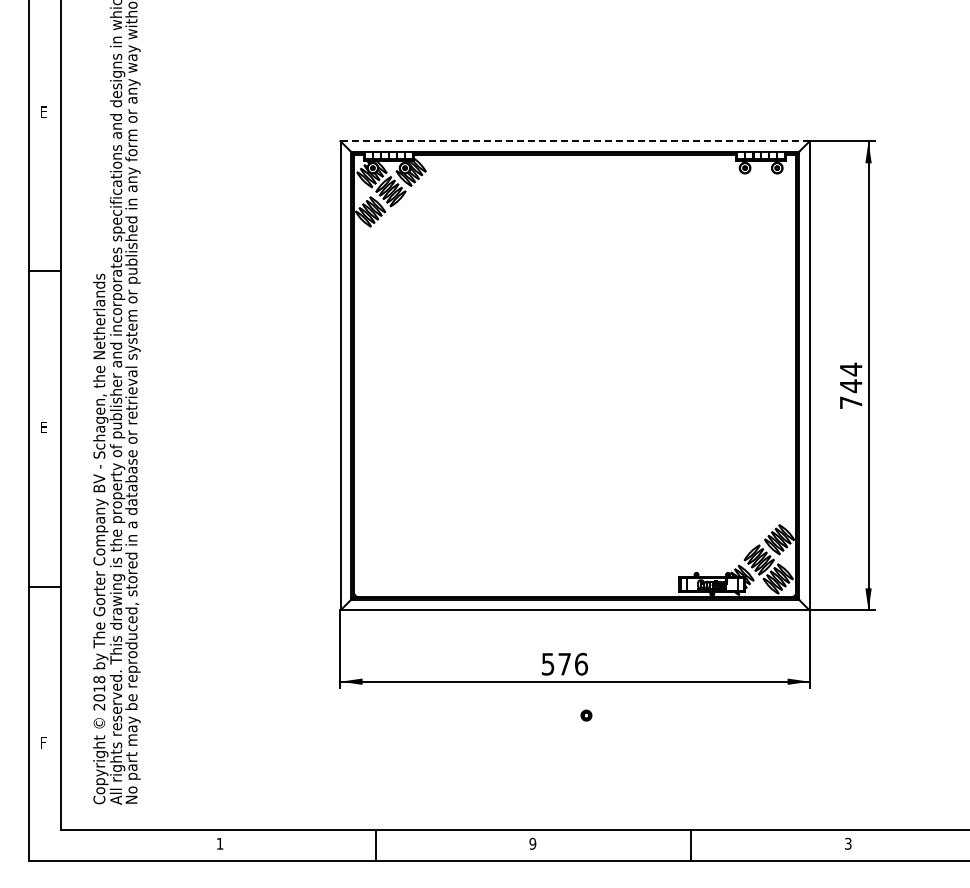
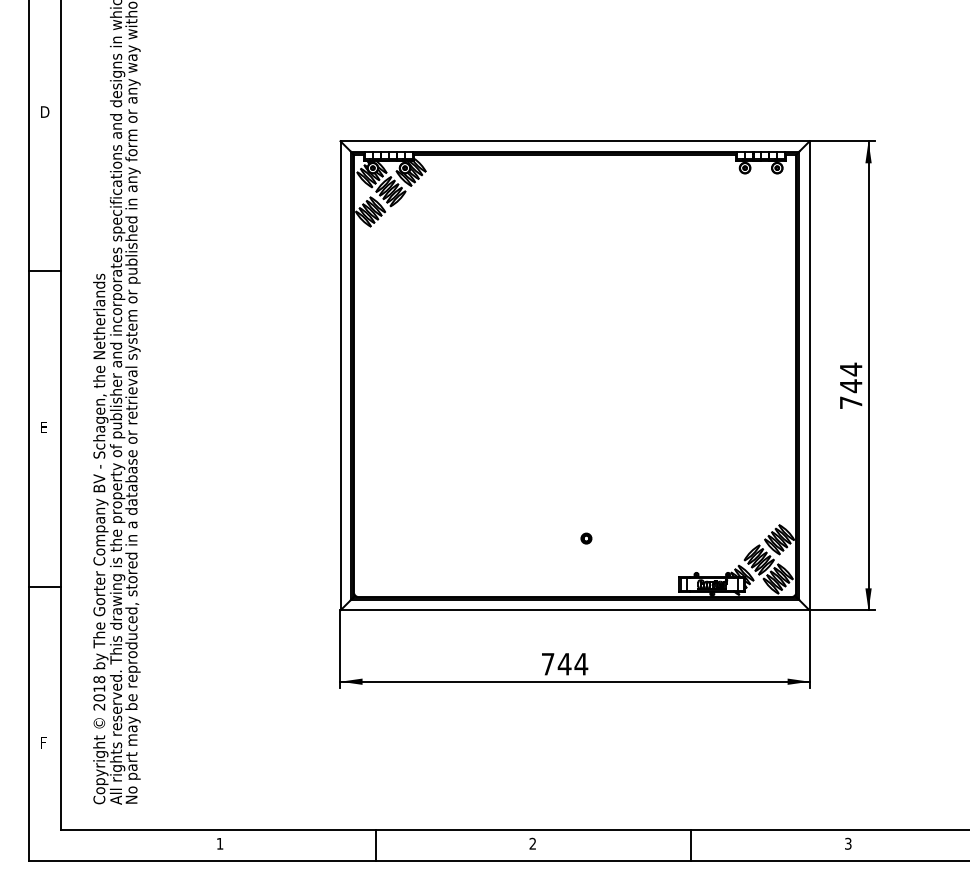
text at (45, 111): E -> D
line at (575, 141): dashed -> solid
text at (564, 663): 576 -> 744
part at (586, 715) position: (586, 715) -> (586, 538)
text at (532, 843): 9 -> 2
